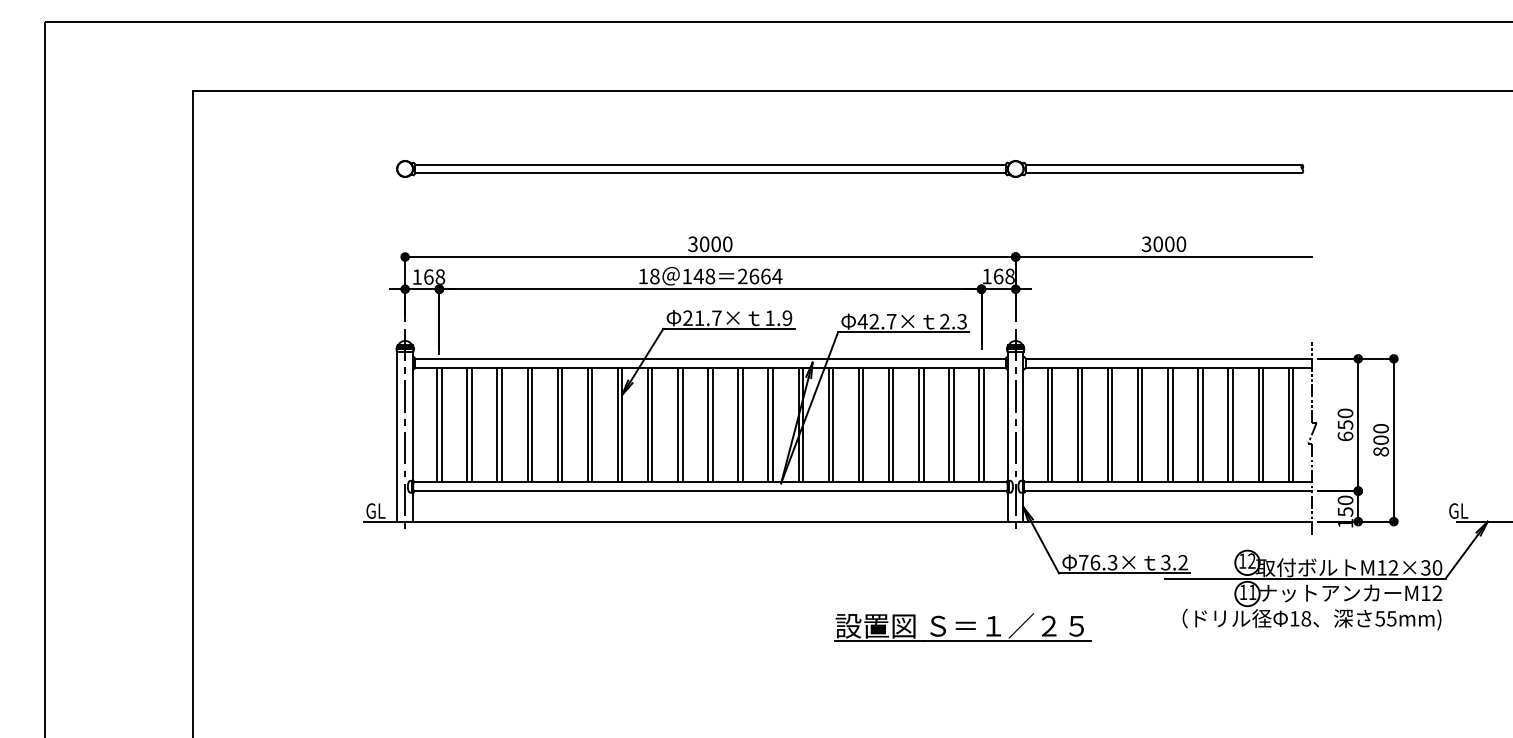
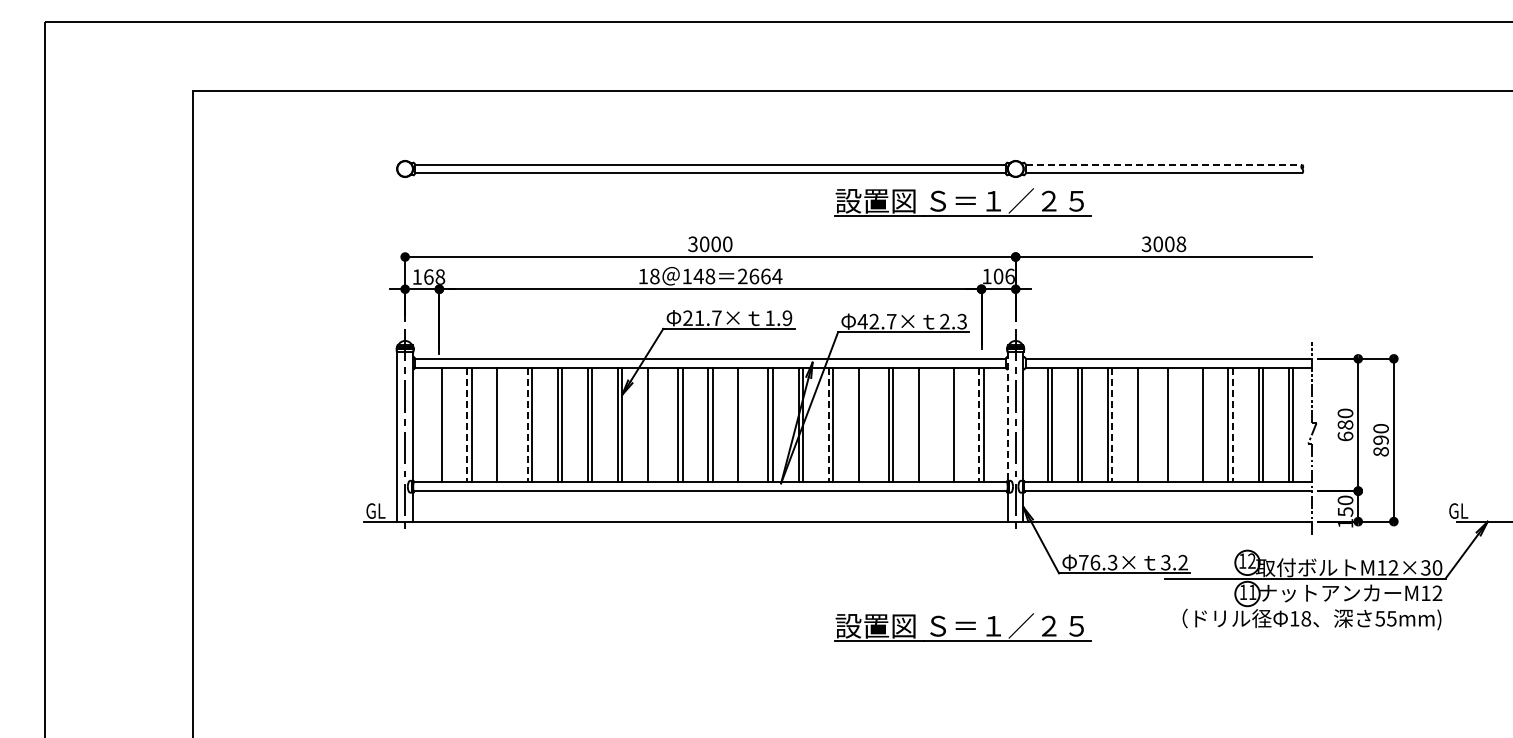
line at (1164, 164): solid -> dashed
part at (962, 202): none -> present
text at (1181, 244): 3000 -> 3008
text at (1003, 276): 168 -> 106
line at (1007, 417): solid -> dashed
line at (437, 424): present -> none
line at (501, 424): present -> none
line at (652, 424): present -> none
line at (742, 424): present -> none
line at (863, 424): present -> none
line at (923, 424): present -> none
line at (949, 424): present -> none
line at (1142, 424): present -> none
line at (1172, 424): present -> none
line at (1198, 424): present -> none
text at (1345, 424): 650 -> 680
line at (467, 425): solid -> dashed
line at (527, 425): solid -> dashed
line at (828, 425): solid -> dashed
line at (979, 425): solid -> dashed
line at (1112, 425): solid -> dashed
line at (1232, 425): solid -> dashed
text at (1380, 439): 800 -> 890
